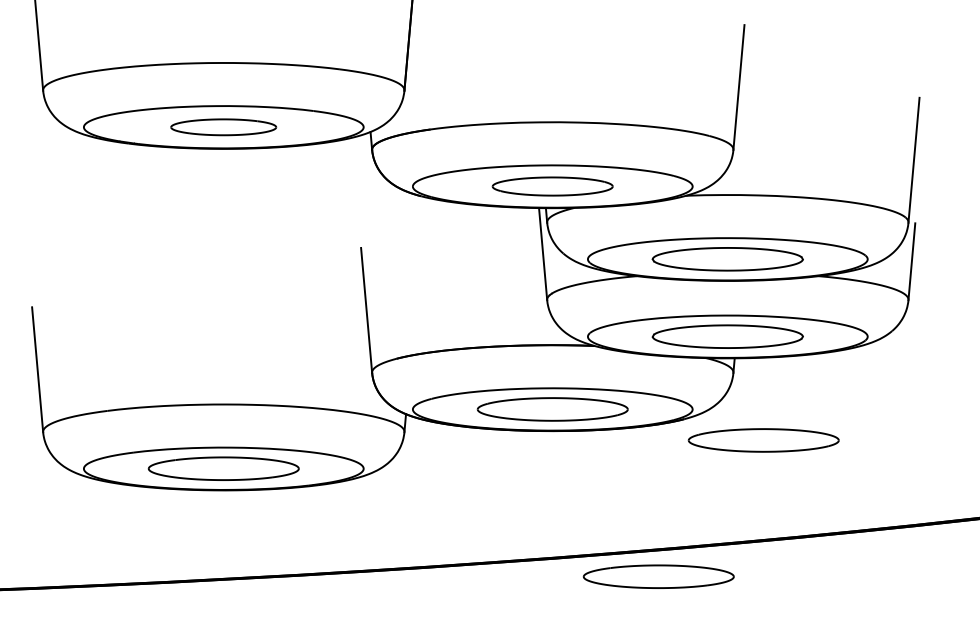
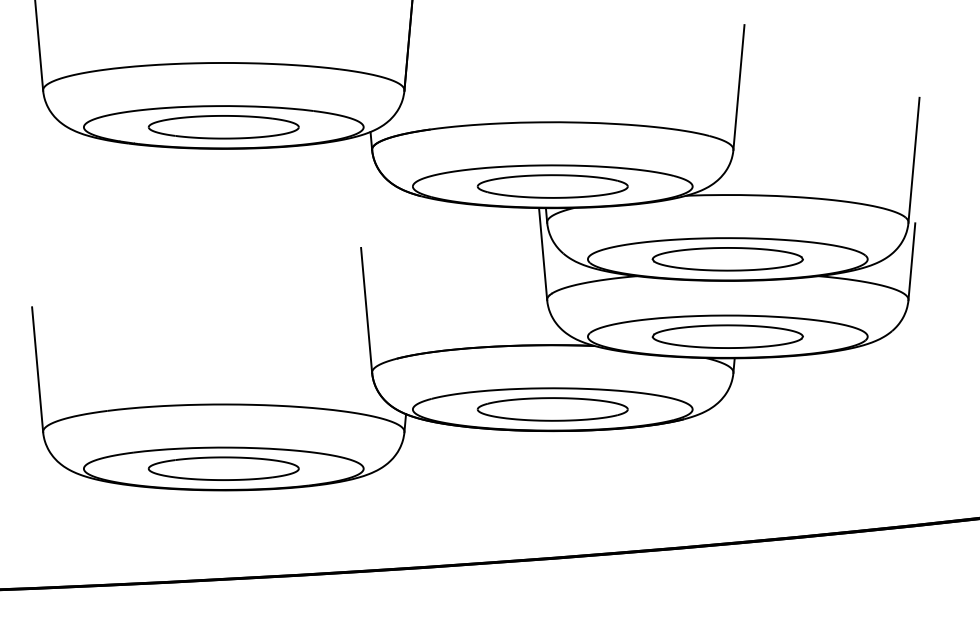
part at (223, 127) size: 108x19 px -> 153x25 px
part at (552, 186) size: 123x21 px -> 153x25 px
part at (763, 440): present -> none
part at (658, 576): present -> none
